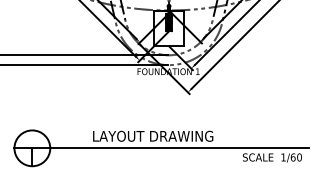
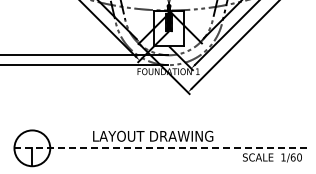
line at (162, 148): solid -> dashed
